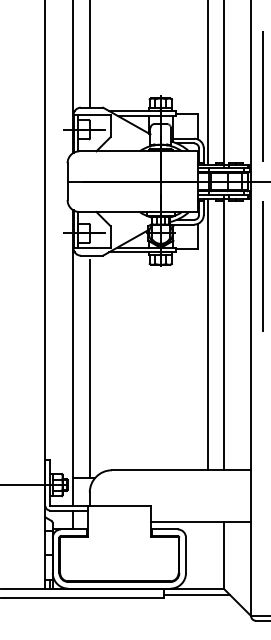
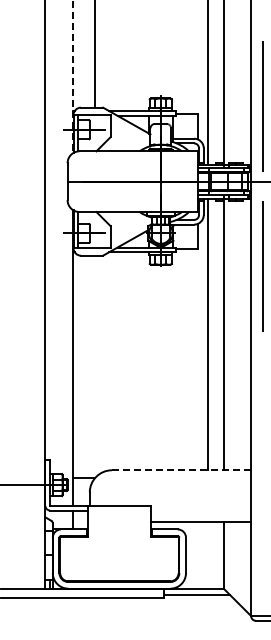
line at (89, 54) position: (89, 54) -> (94, 54)
line at (72, 77): solid -> dashed
line at (262, 96) position: (262, 96) -> (262, 106)
line at (89, 368): present -> none
line at (181, 470): solid -> dashed
